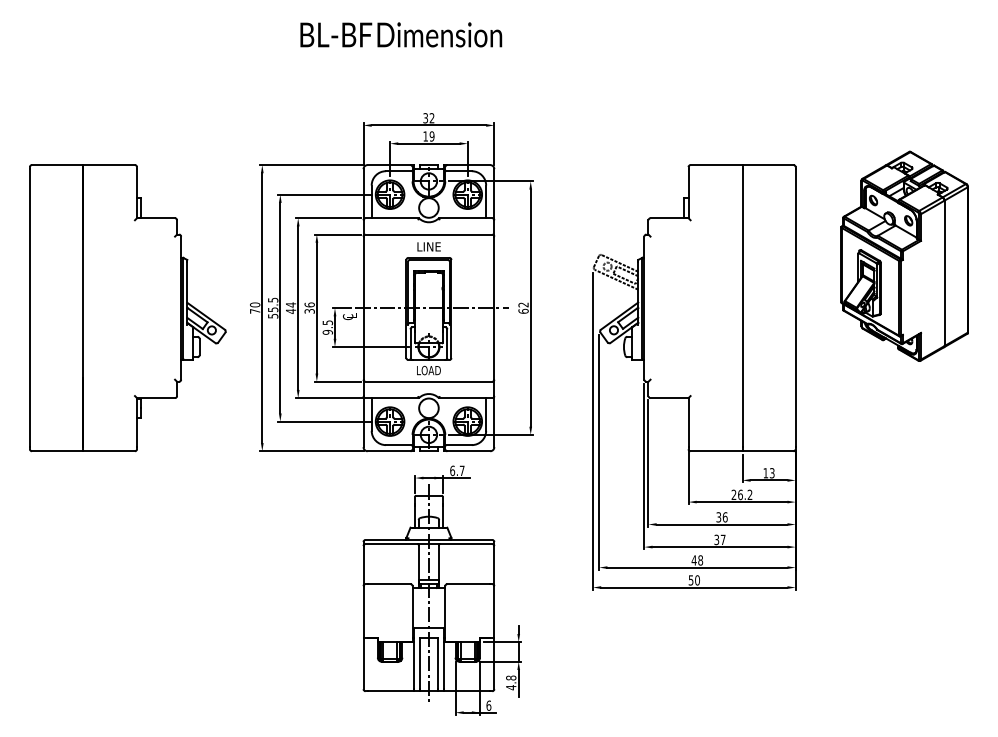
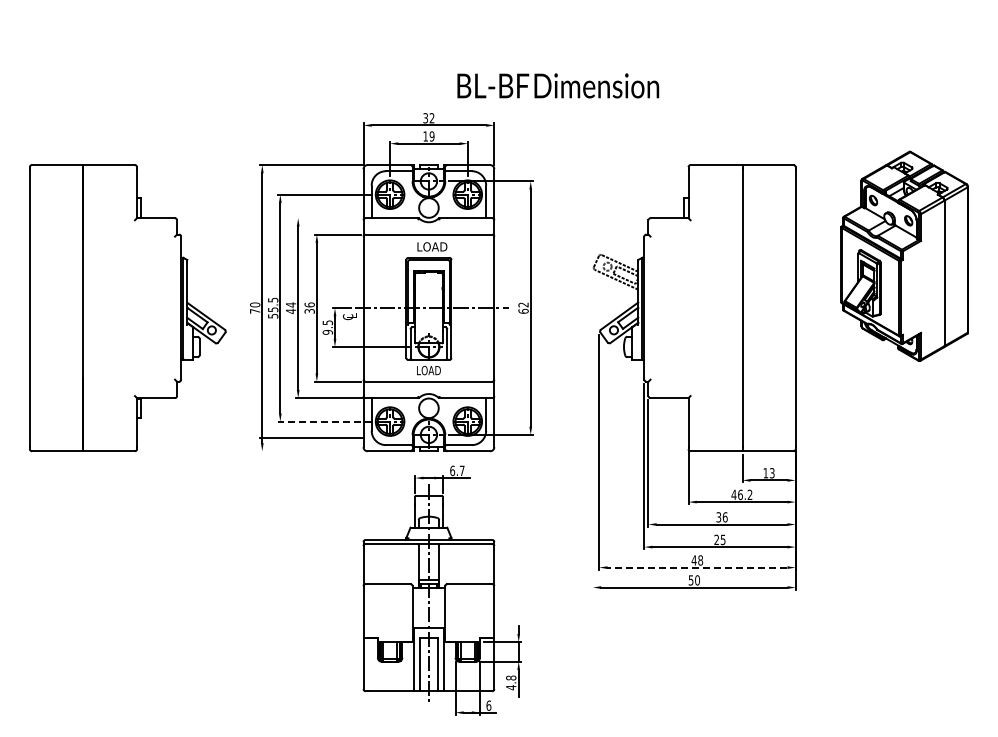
text at (401, 34) position: (401, 34) -> (558, 85)
line at (328, 218): present -> none
text at (435, 246): LINE -> LOAD
line at (324, 421): solid -> dashed
line at (593, 431): present -> none
line at (311, 451) position: (311, 451) -> (311, 438)
text at (733, 494): 26.2 -> 46.2
text at (719, 539): 37 -> 25
line at (696, 567): solid -> dashed
